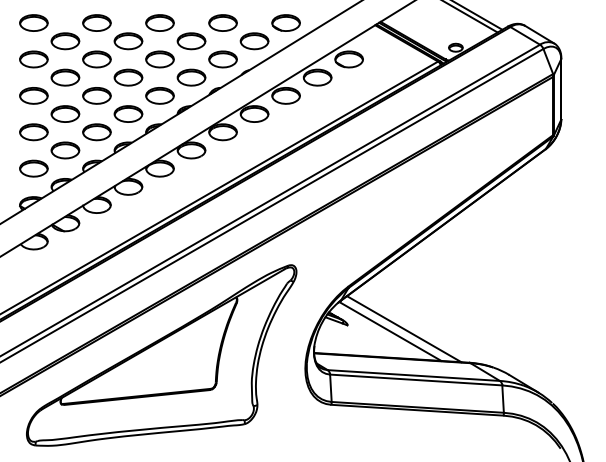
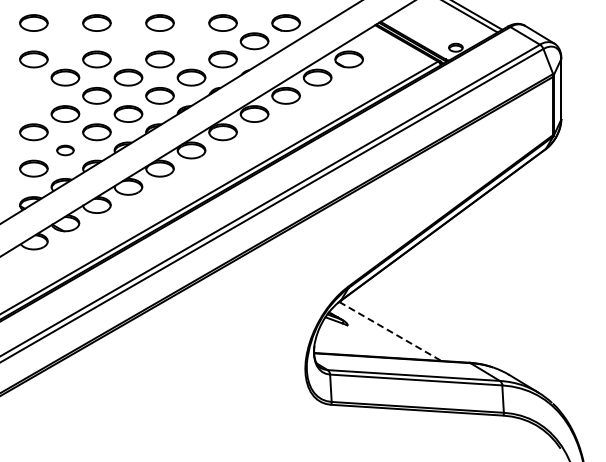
part at (65, 41): present -> none
part at (128, 41): present -> none
part at (191, 41): present -> none
part at (33, 95): present -> none
part at (65, 150) size: 31x19 px -> 19x13 px
line at (404, 329): present -> none
line at (390, 331): solid -> dashed
part at (161, 355): present -> none
